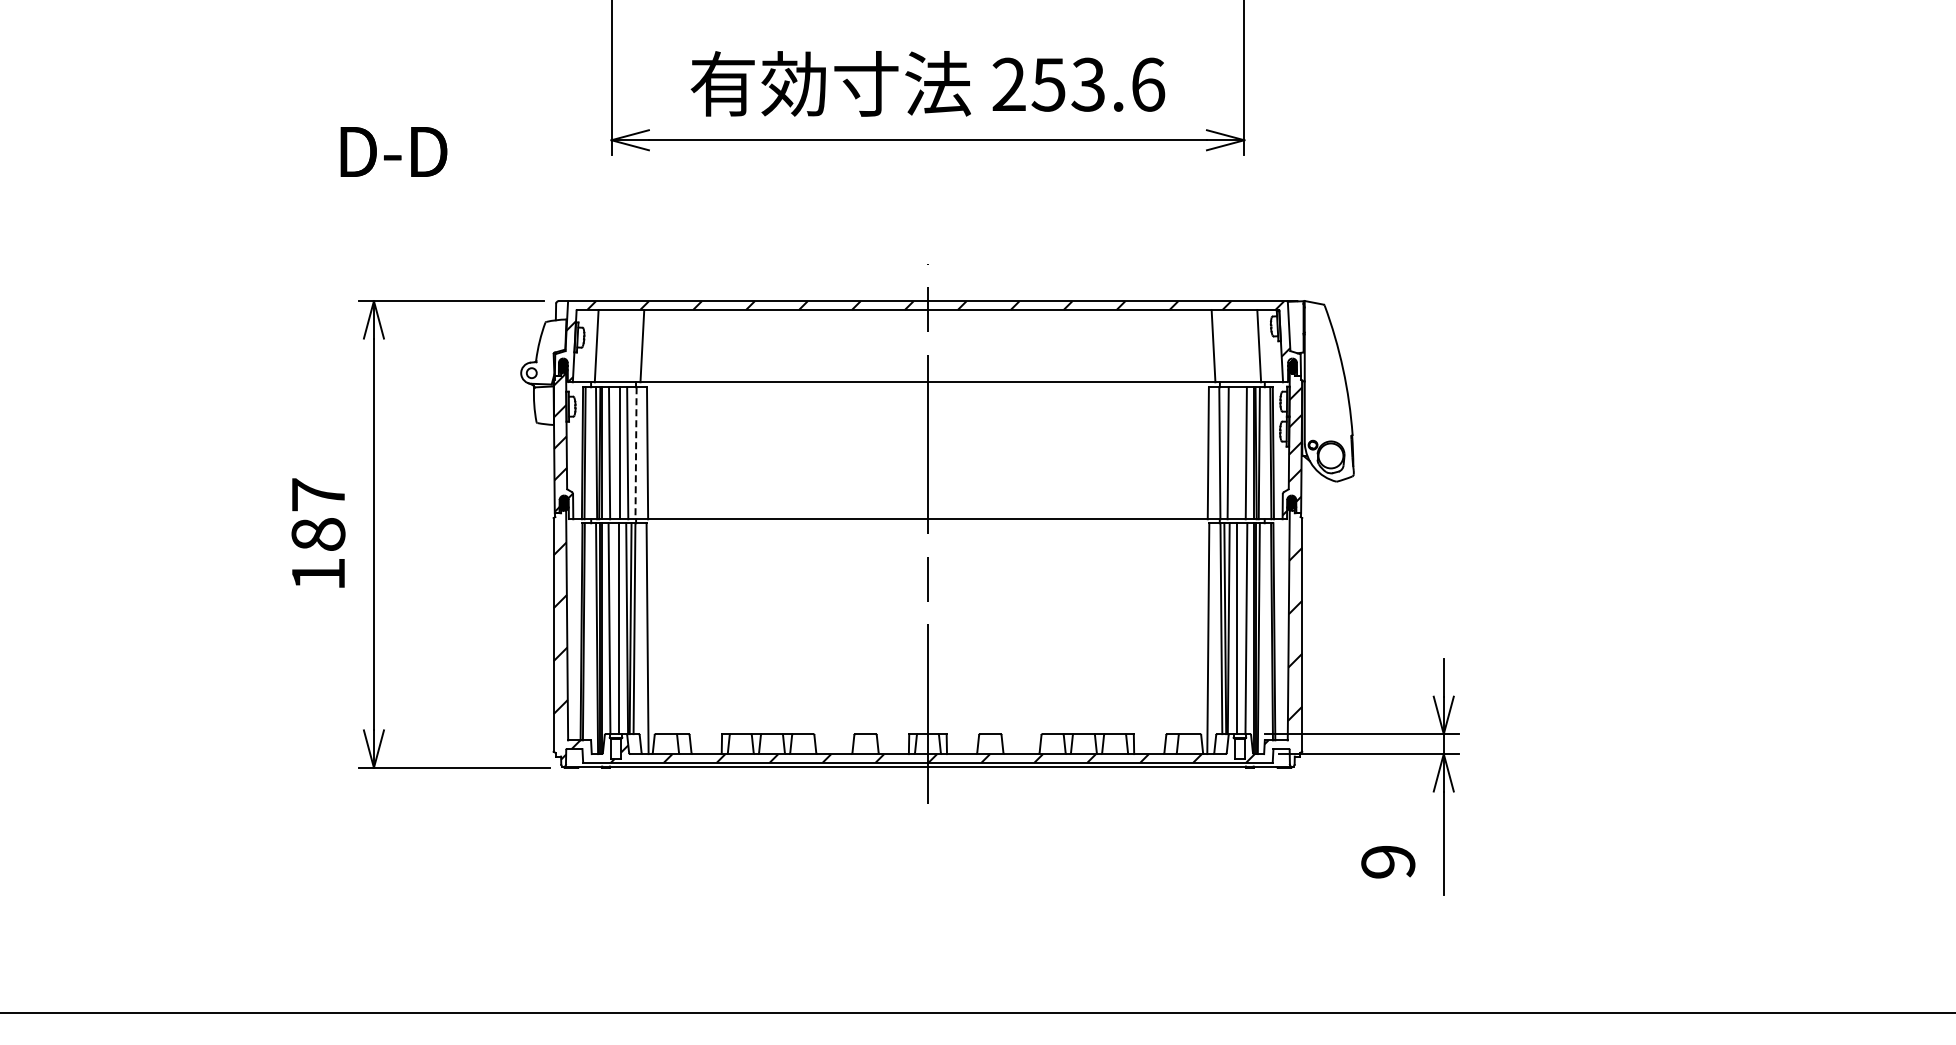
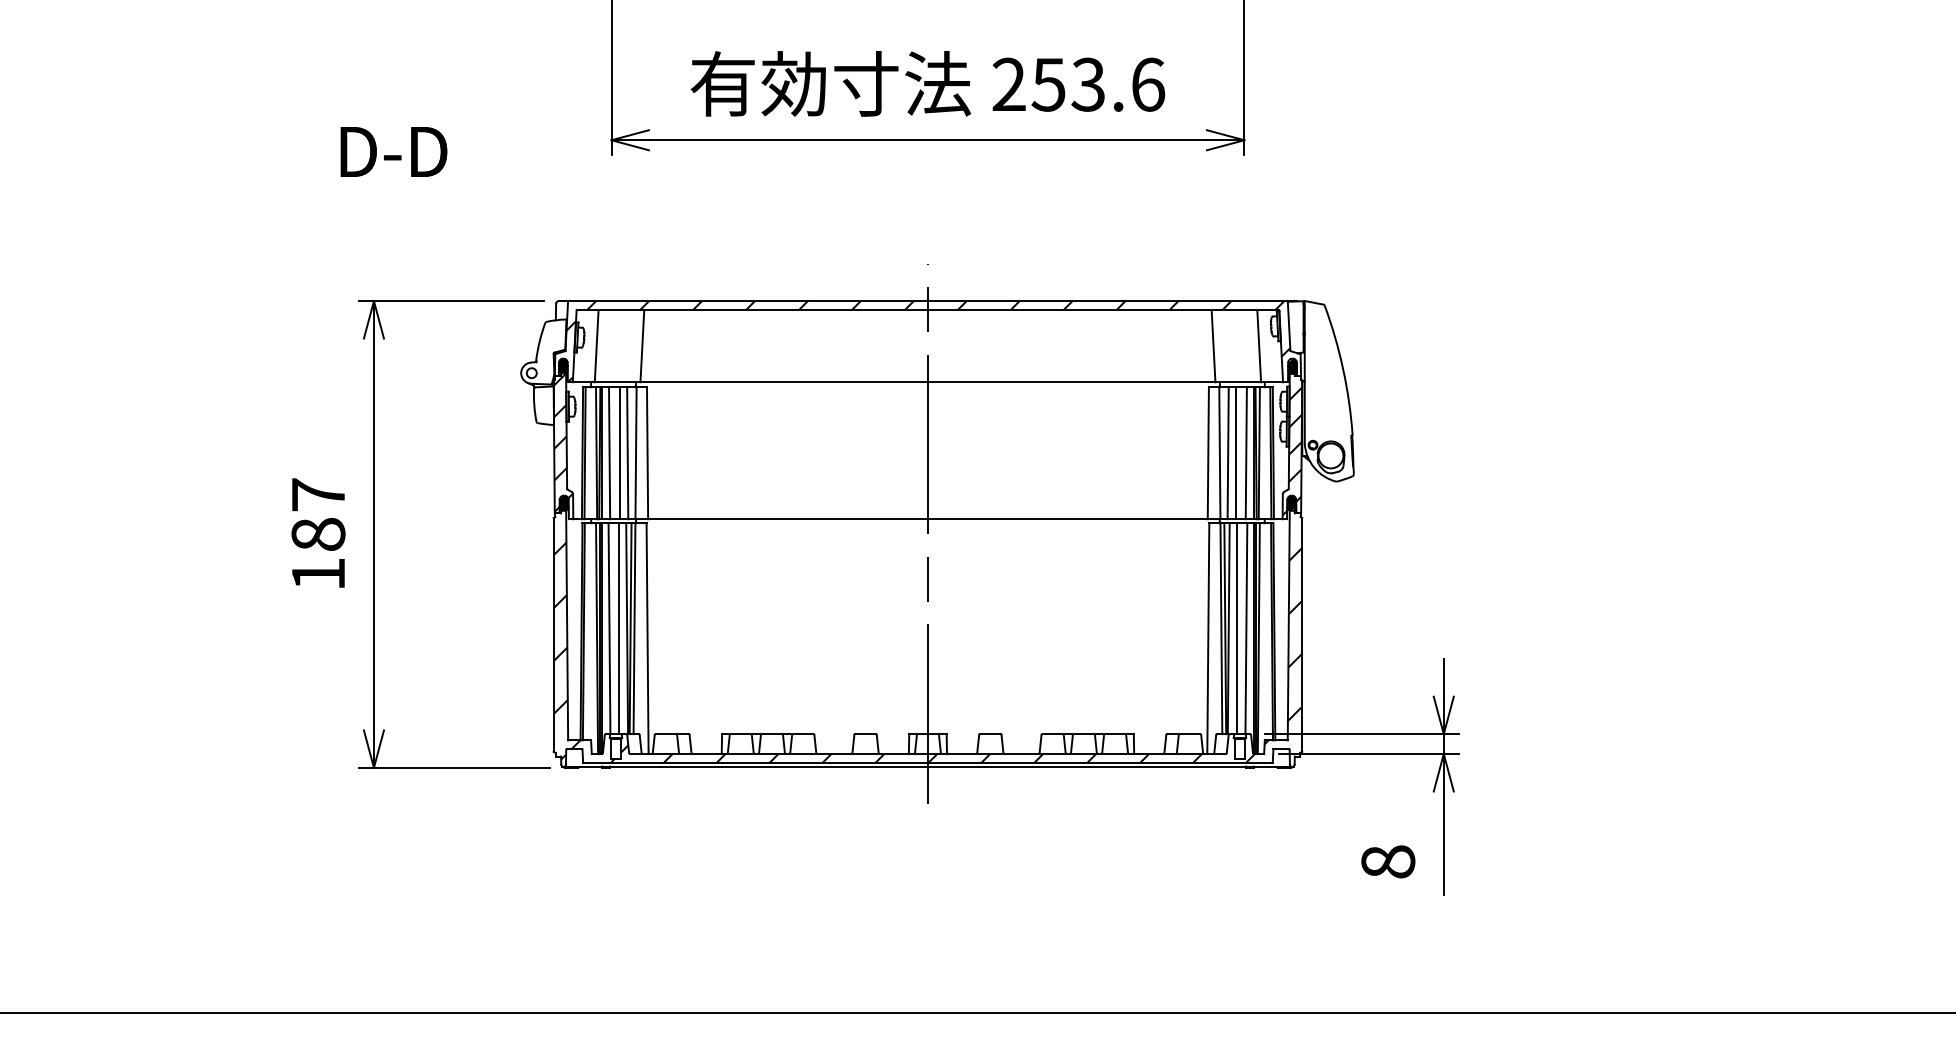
line at (636, 453): dashed -> solid
line at (1235, 453): none -> present
text at (1388, 861): 9 -> 8
